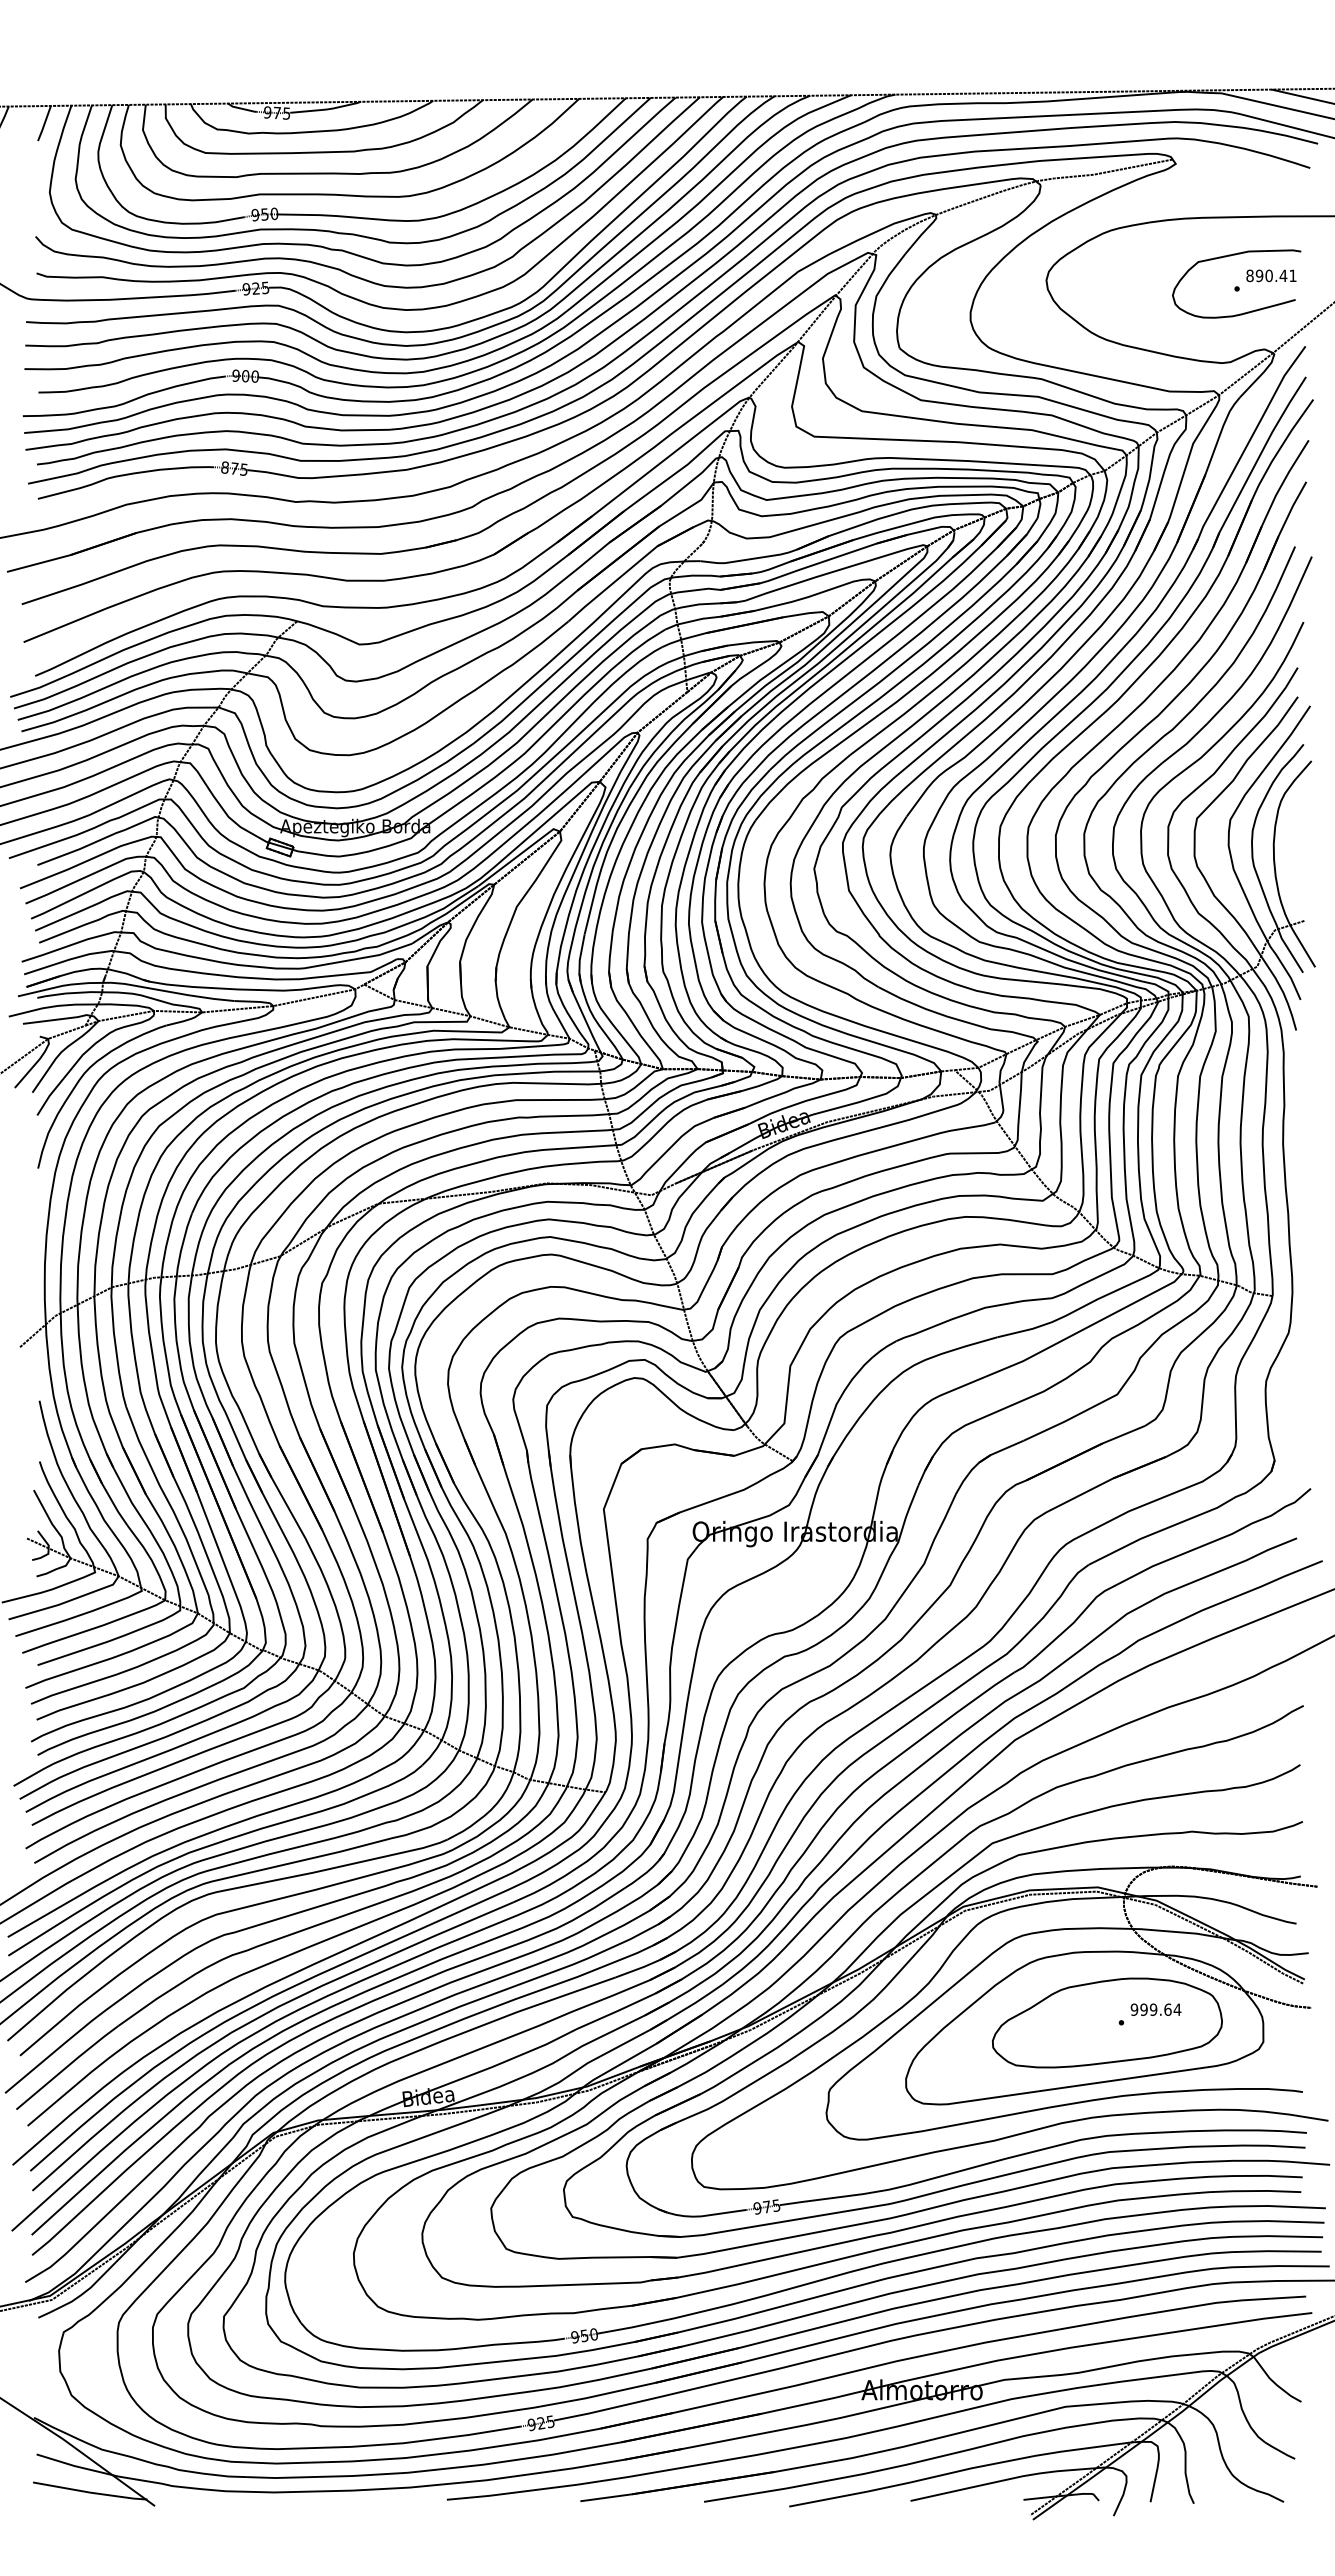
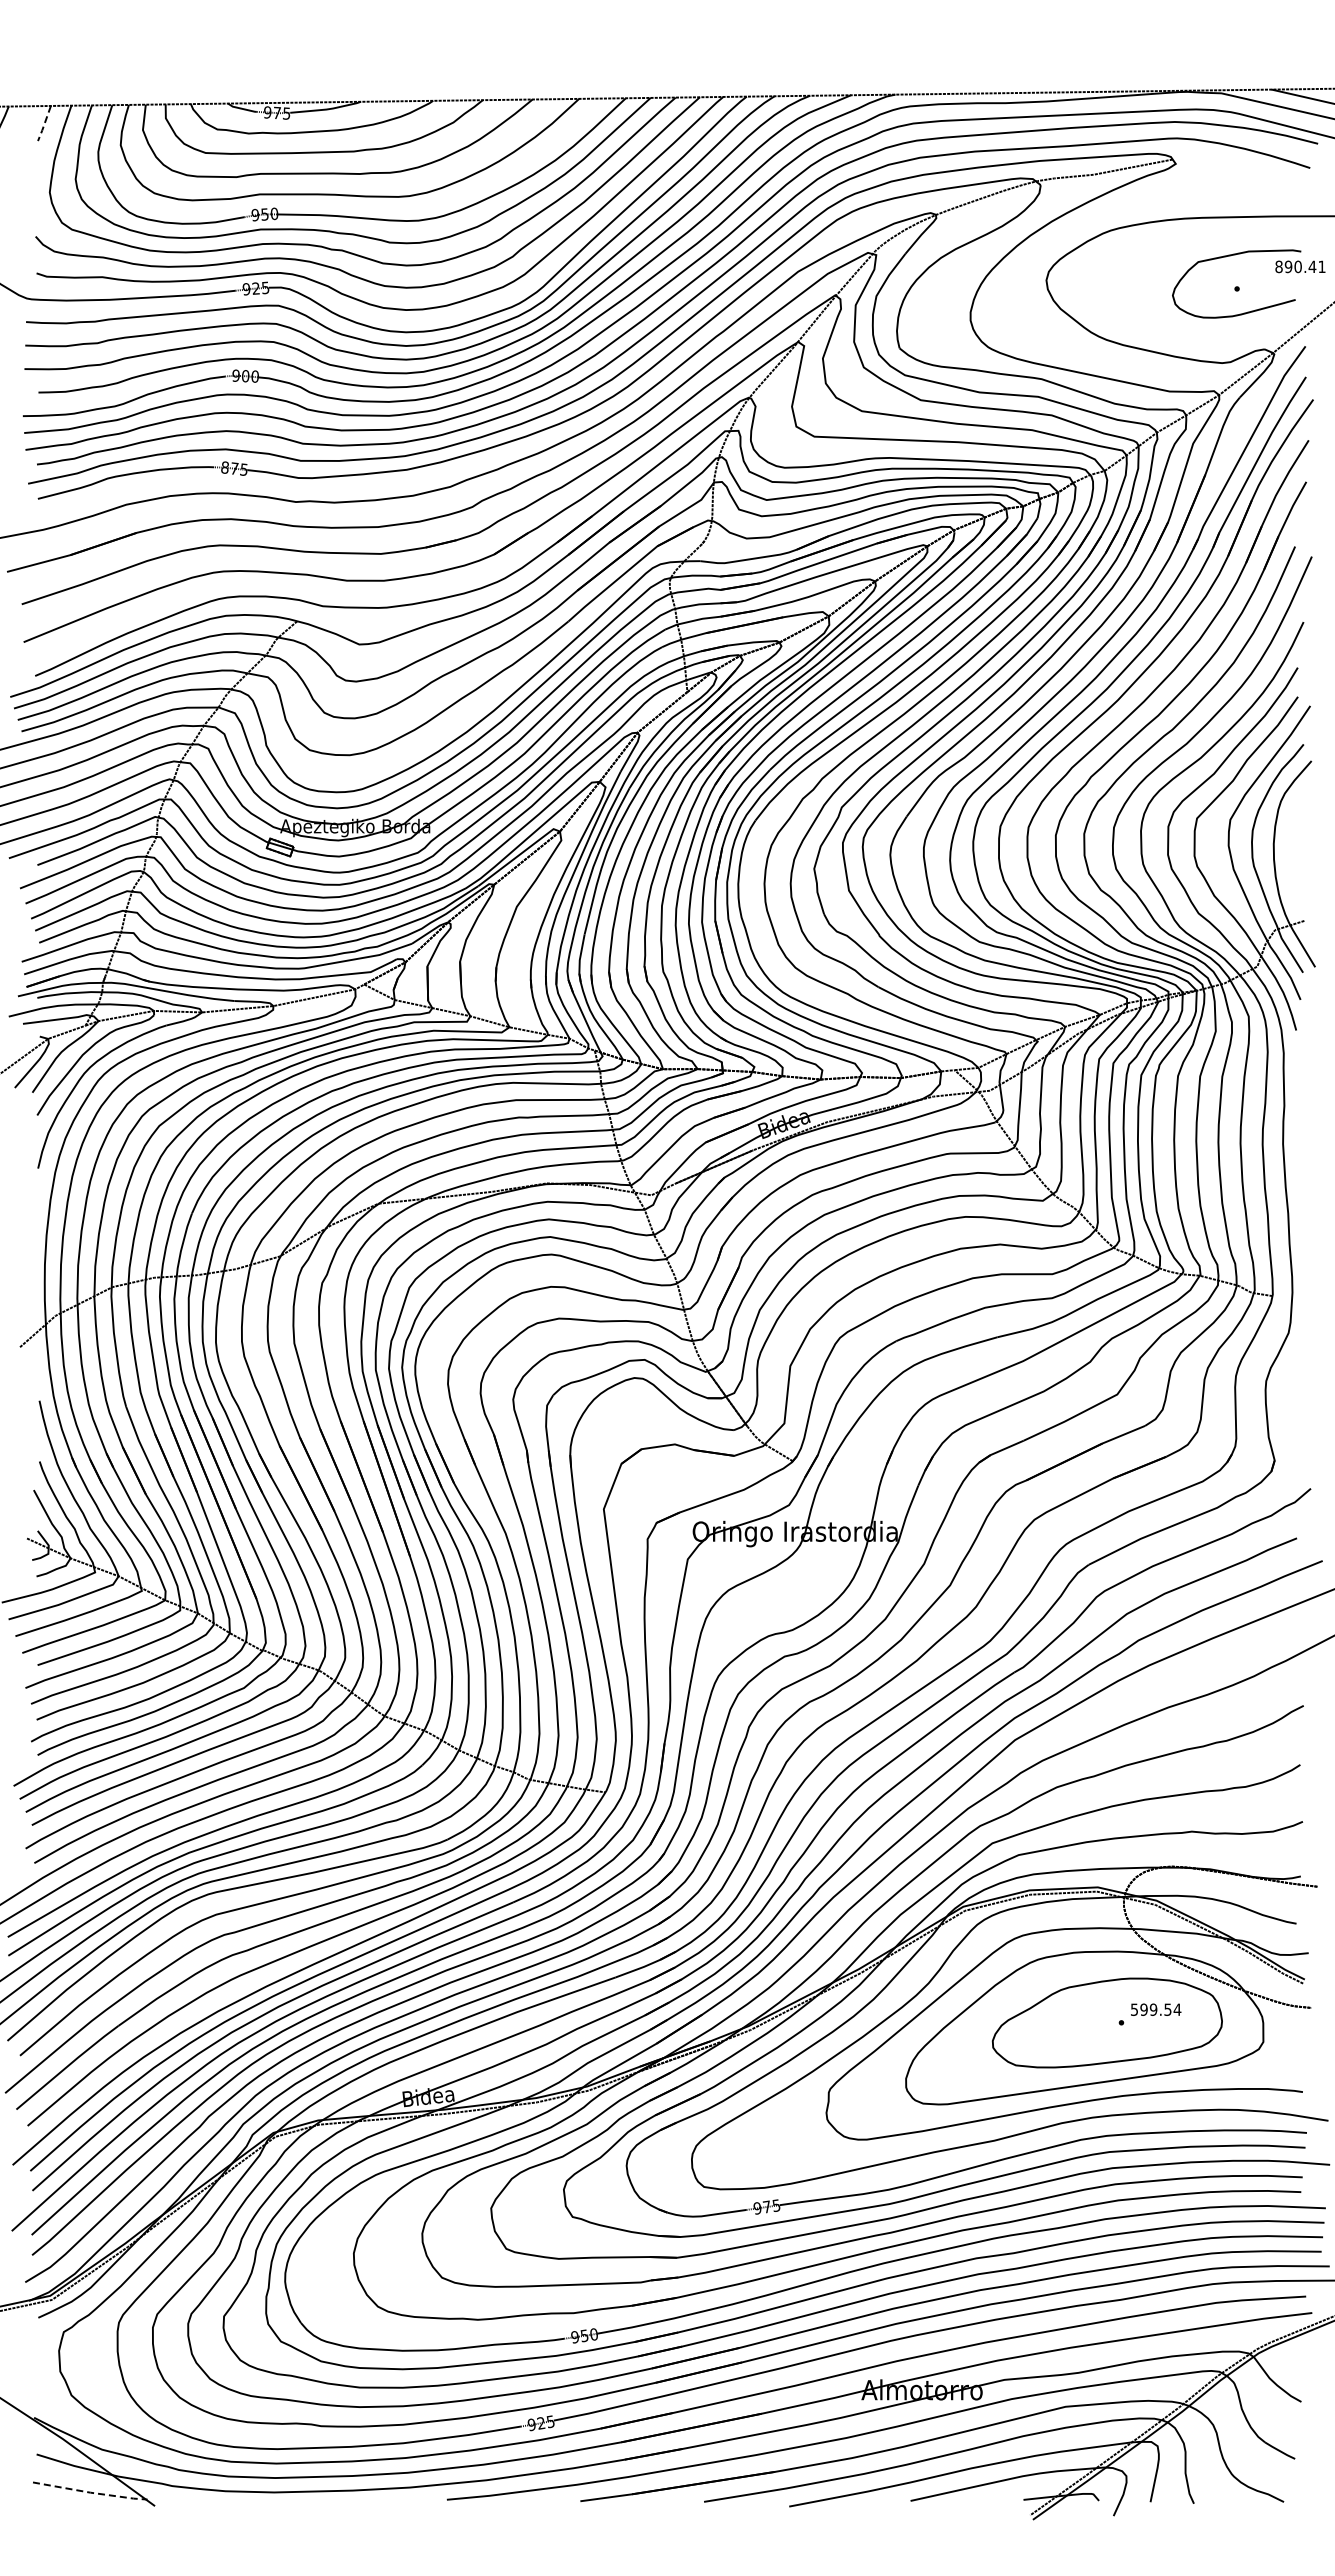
line at (44, 124): solid -> dashed
text at (1271, 275) position: (1271, 275) -> (1300, 266)
text at (1150, 2009): 999.64 -> 599.54
line at (90, 2492): solid -> dashed
